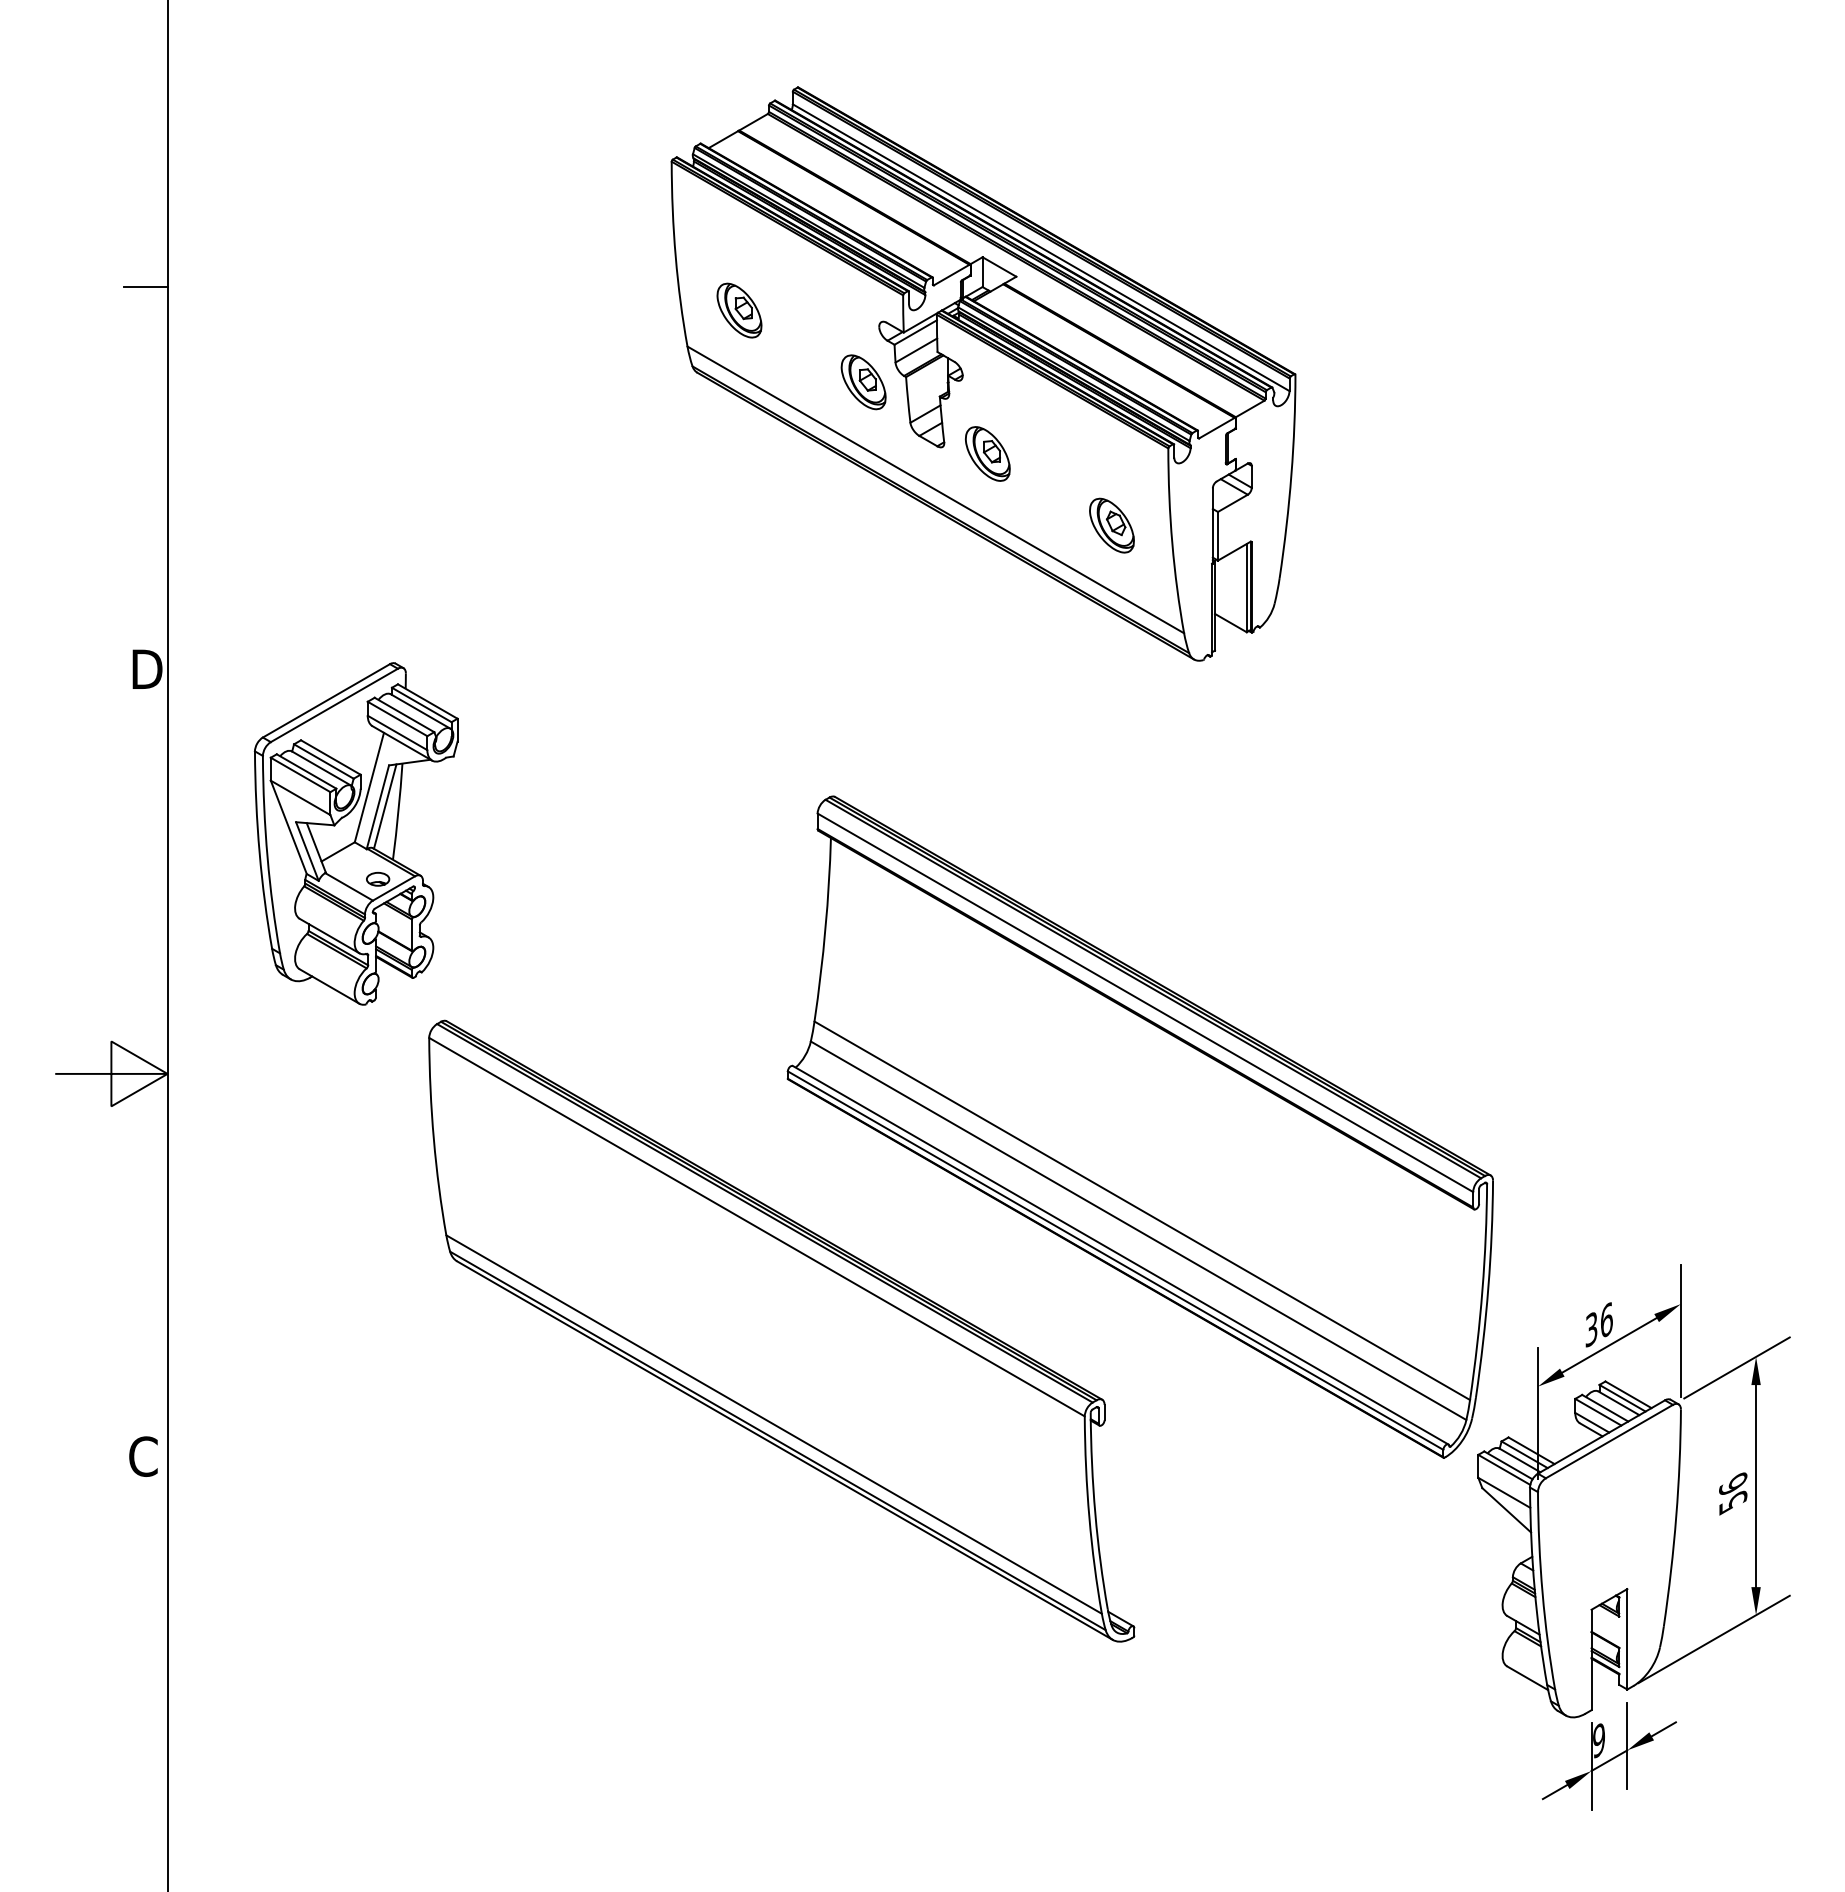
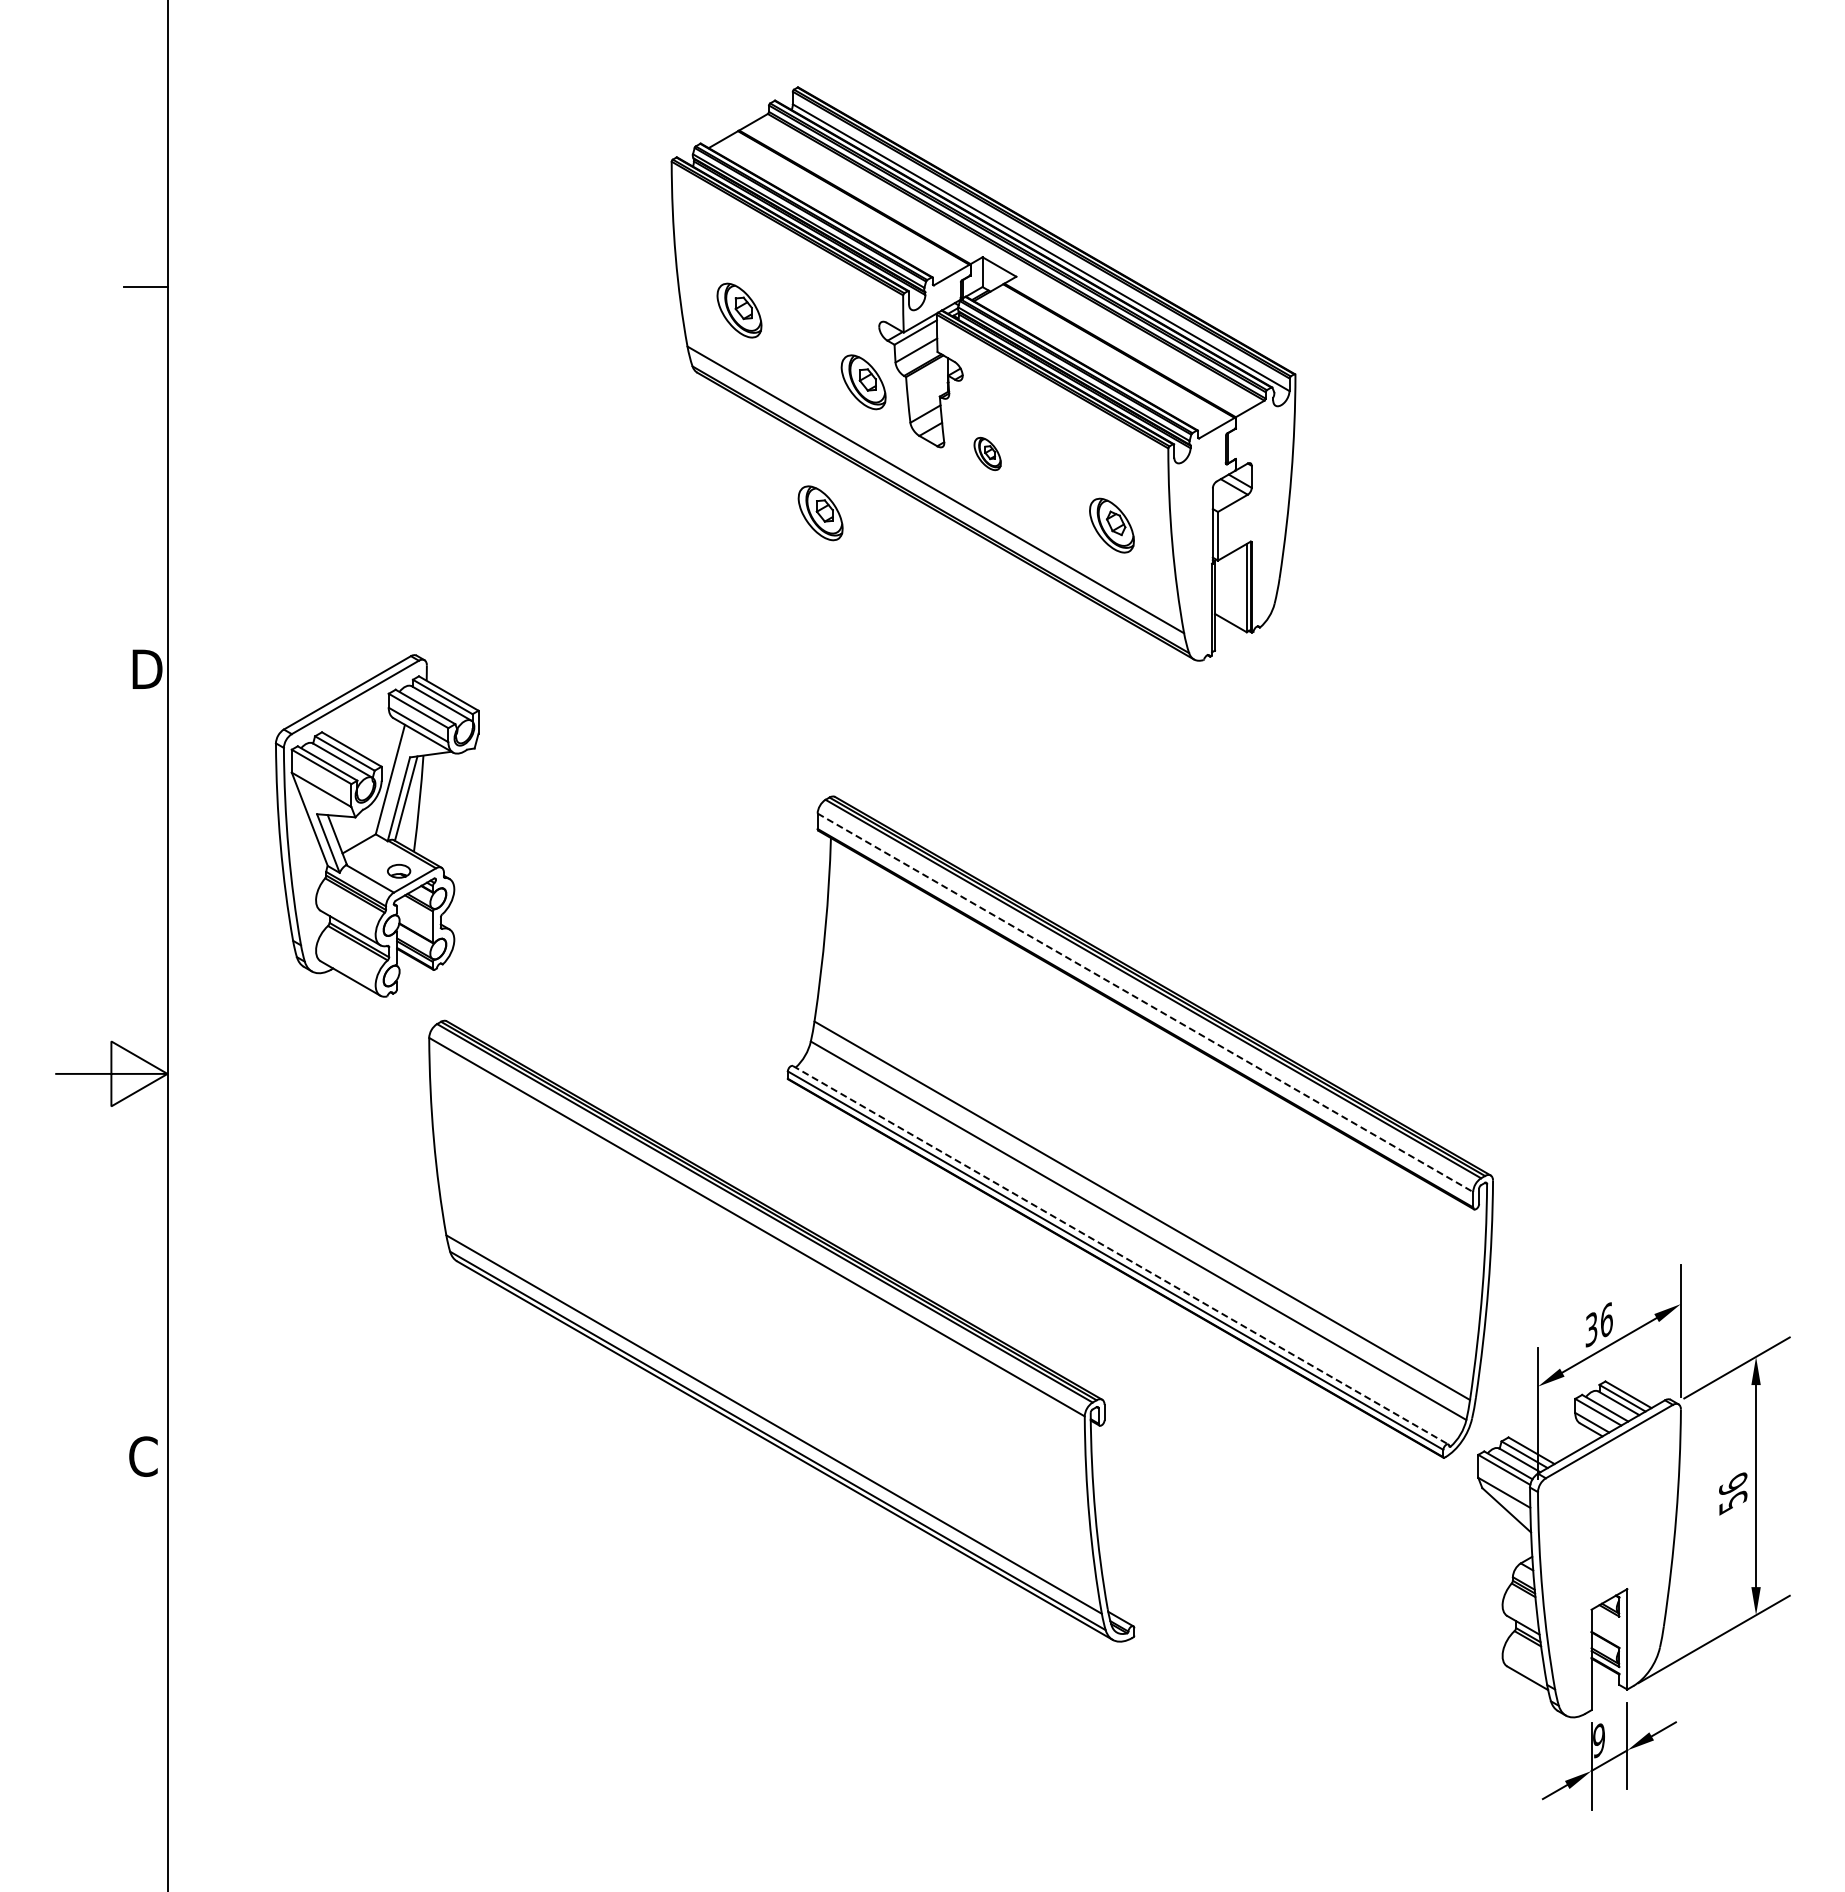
part at (987, 453) size: 47x56 px -> 29x36 px
part at (820, 513): none -> present
part at (355, 833) position: (355, 833) -> (376, 825)
line at (1145, 1003): solid -> dashed
line at (1121, 1255): solid -> dashed
